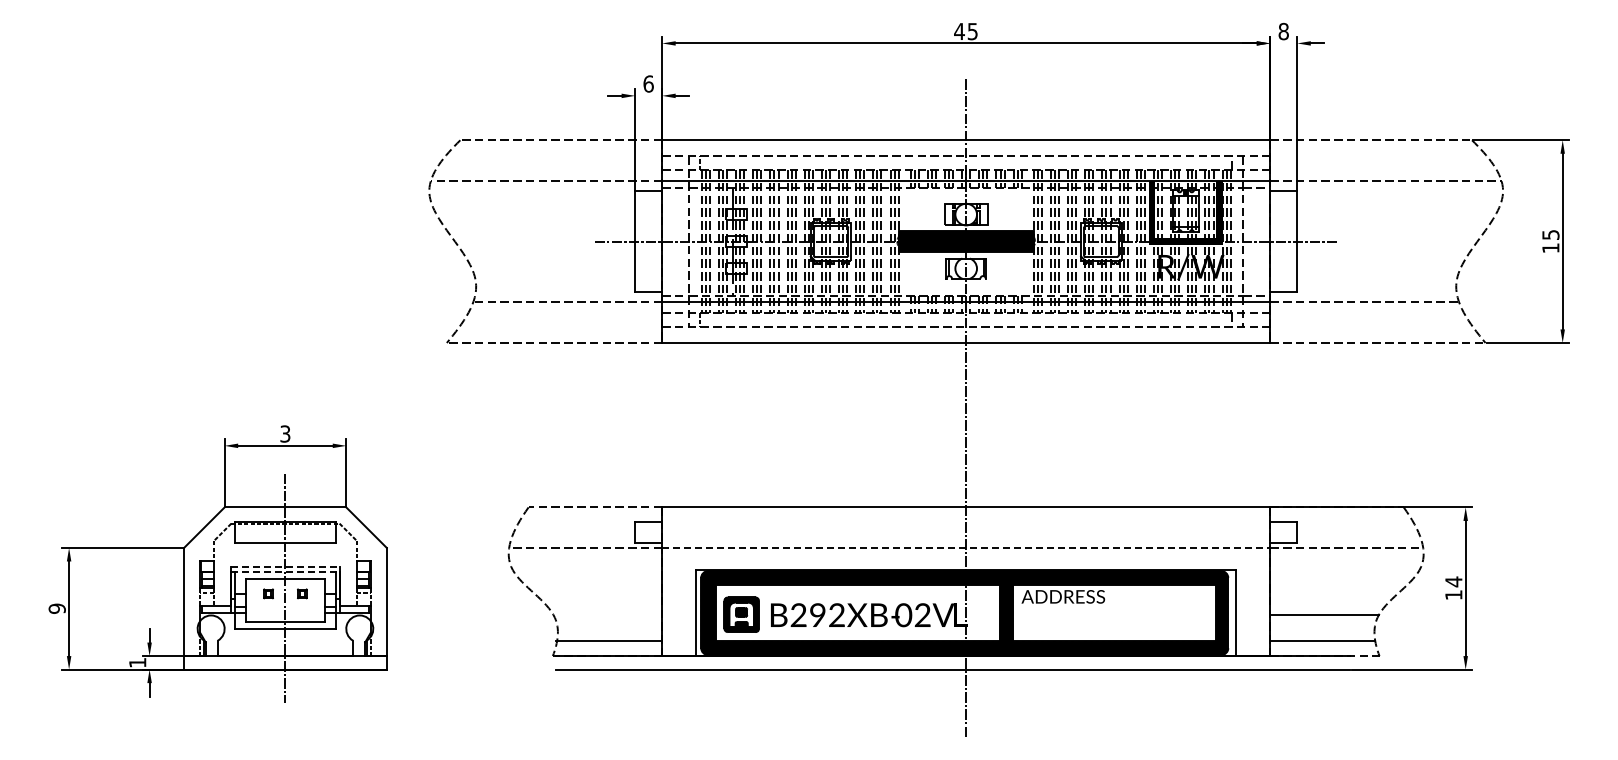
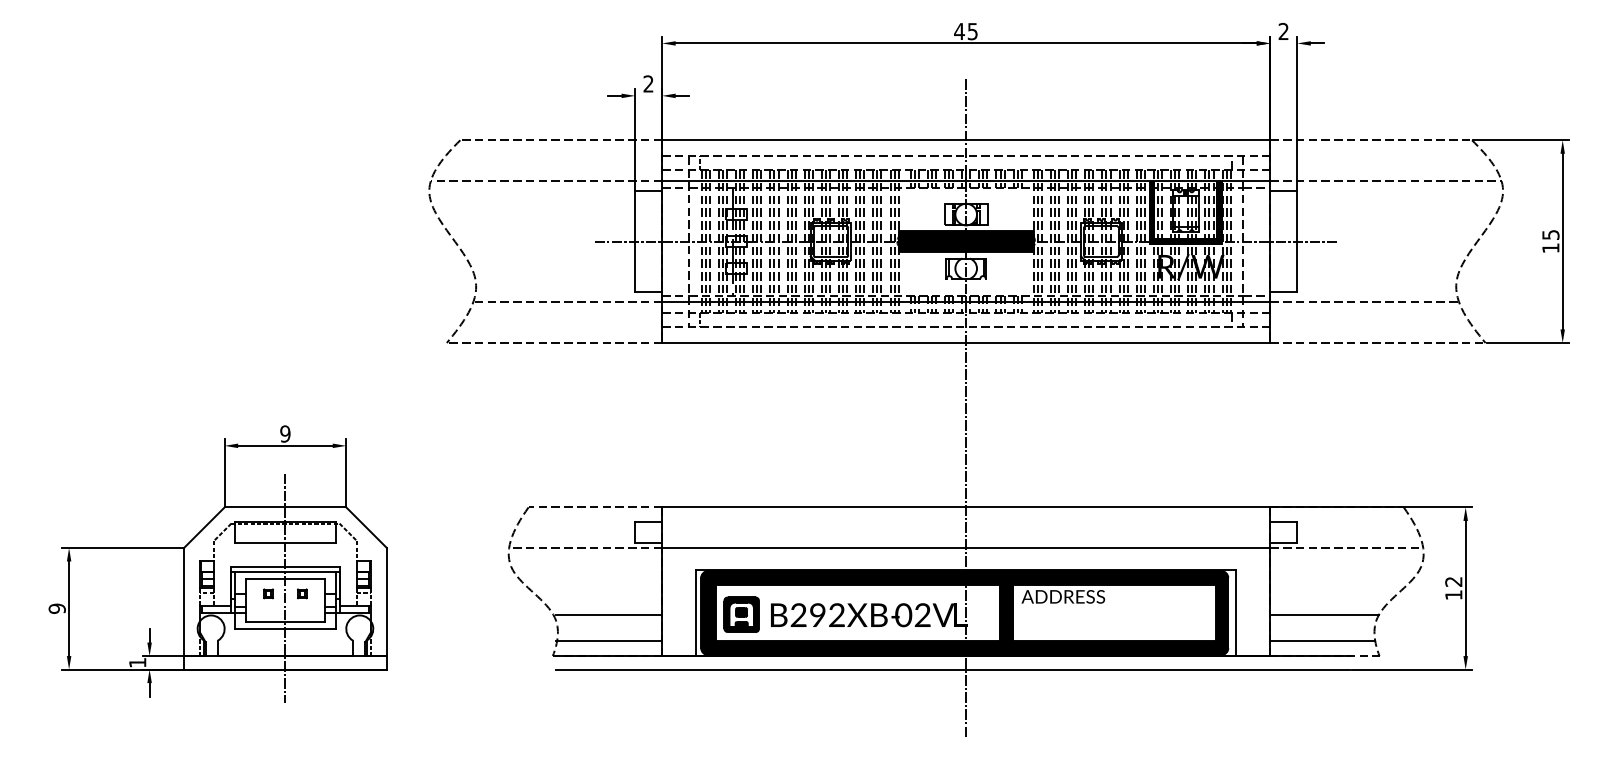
text at (1283, 31): 8 -> 2
text at (648, 83): 6 -> 2
text at (285, 433): 3 -> 9
line at (966, 547): dashed -> solid
line at (285, 566): dashed -> solid
line at (285, 572): dashed -> solid
text at (1453, 581): 14 -> 12
line at (609, 615): none -> present
